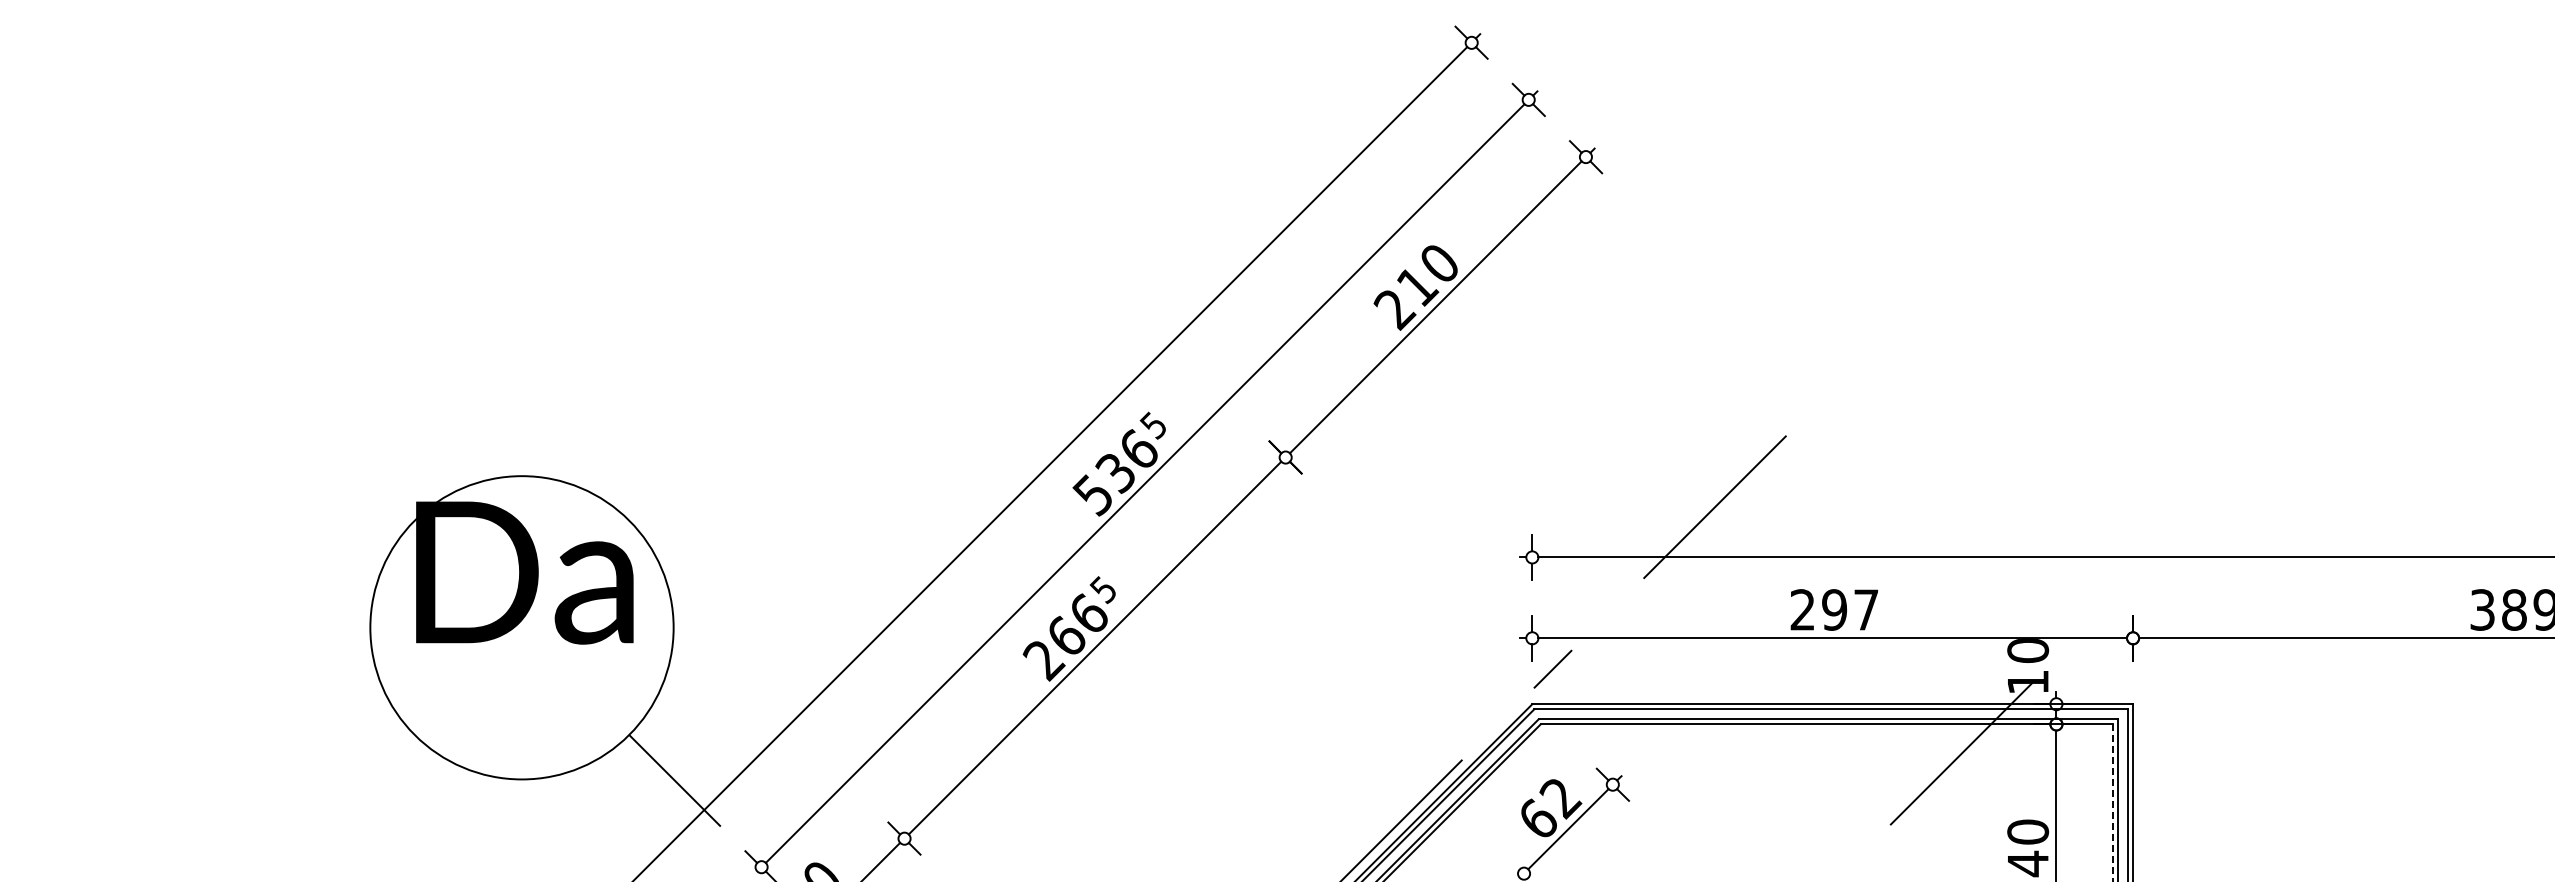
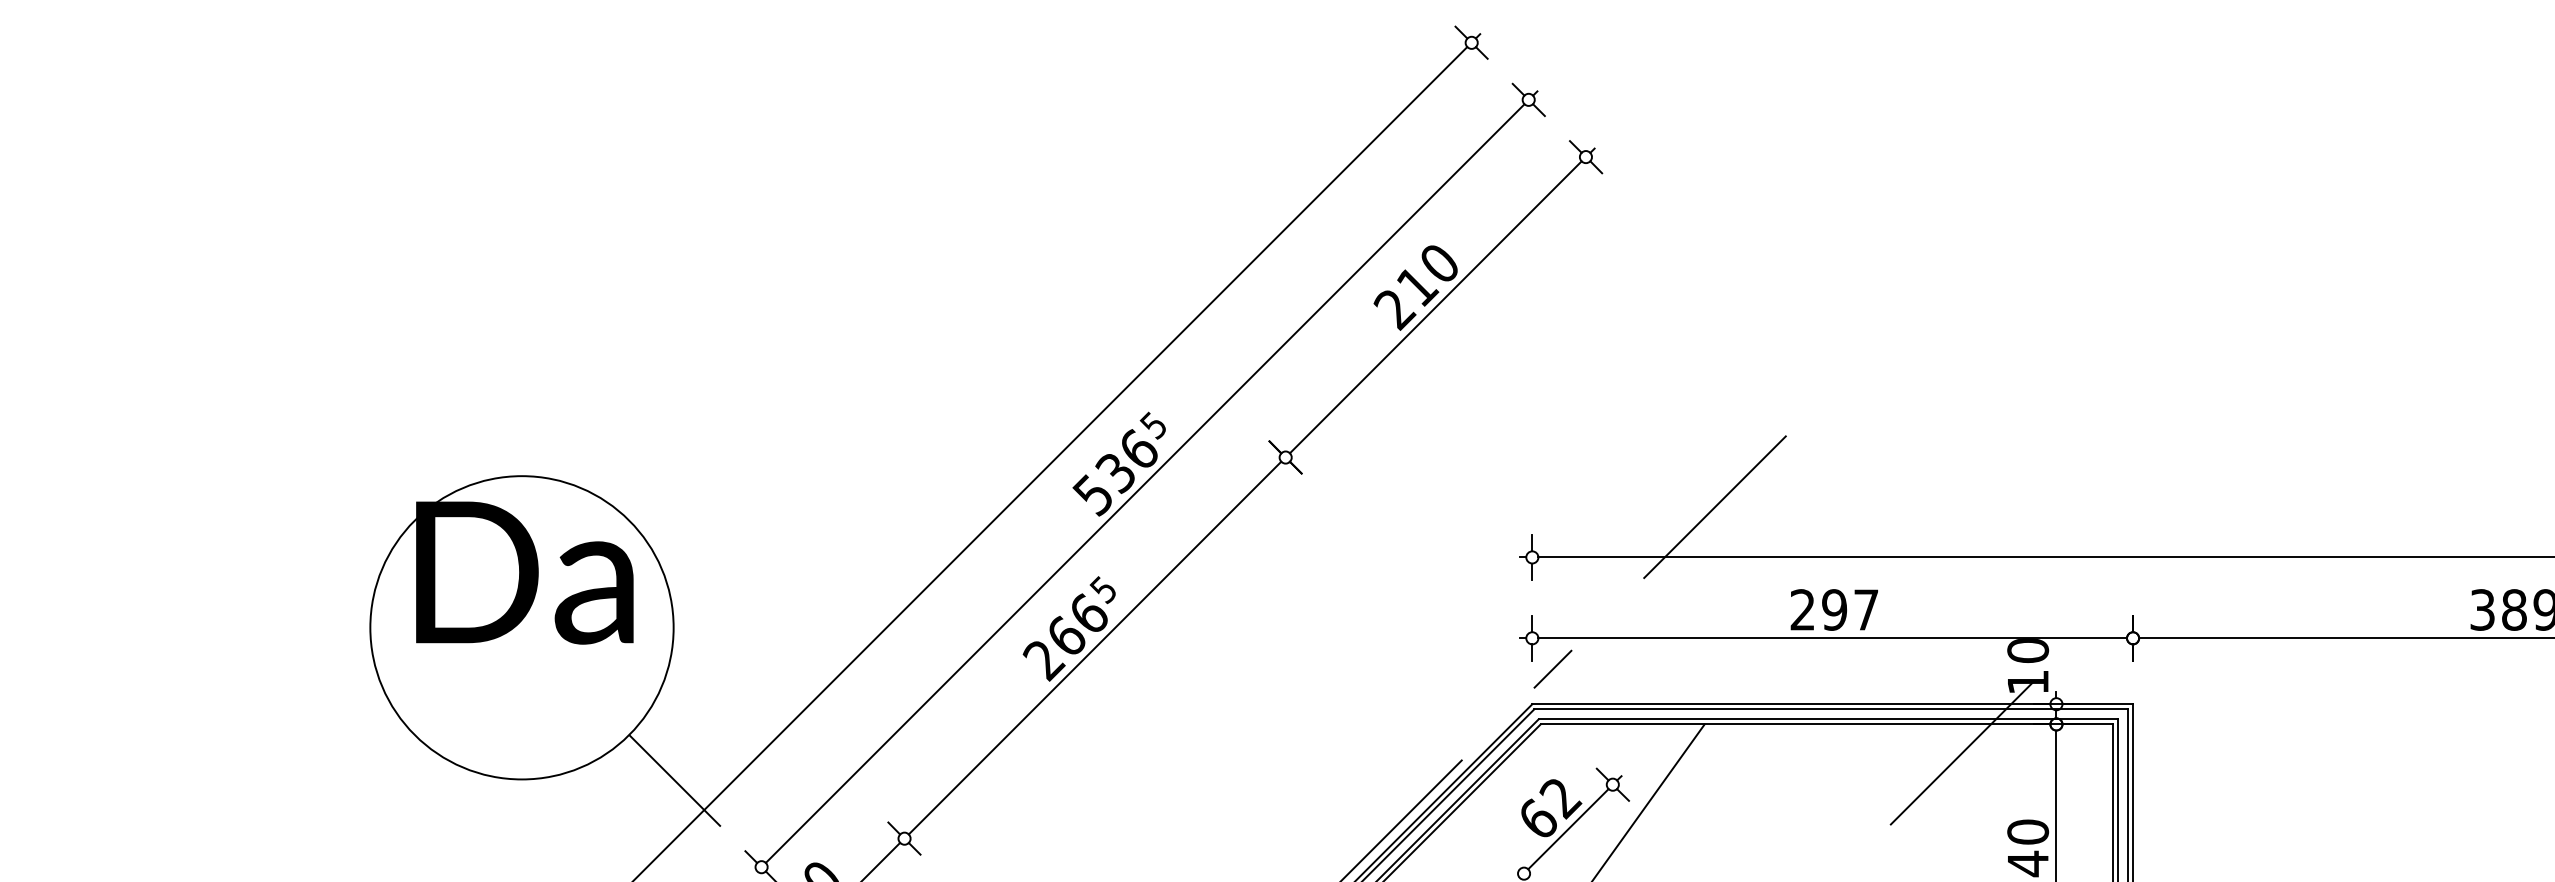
line at (1649, 801): none -> present
line at (2112, 803): dashed -> solid
